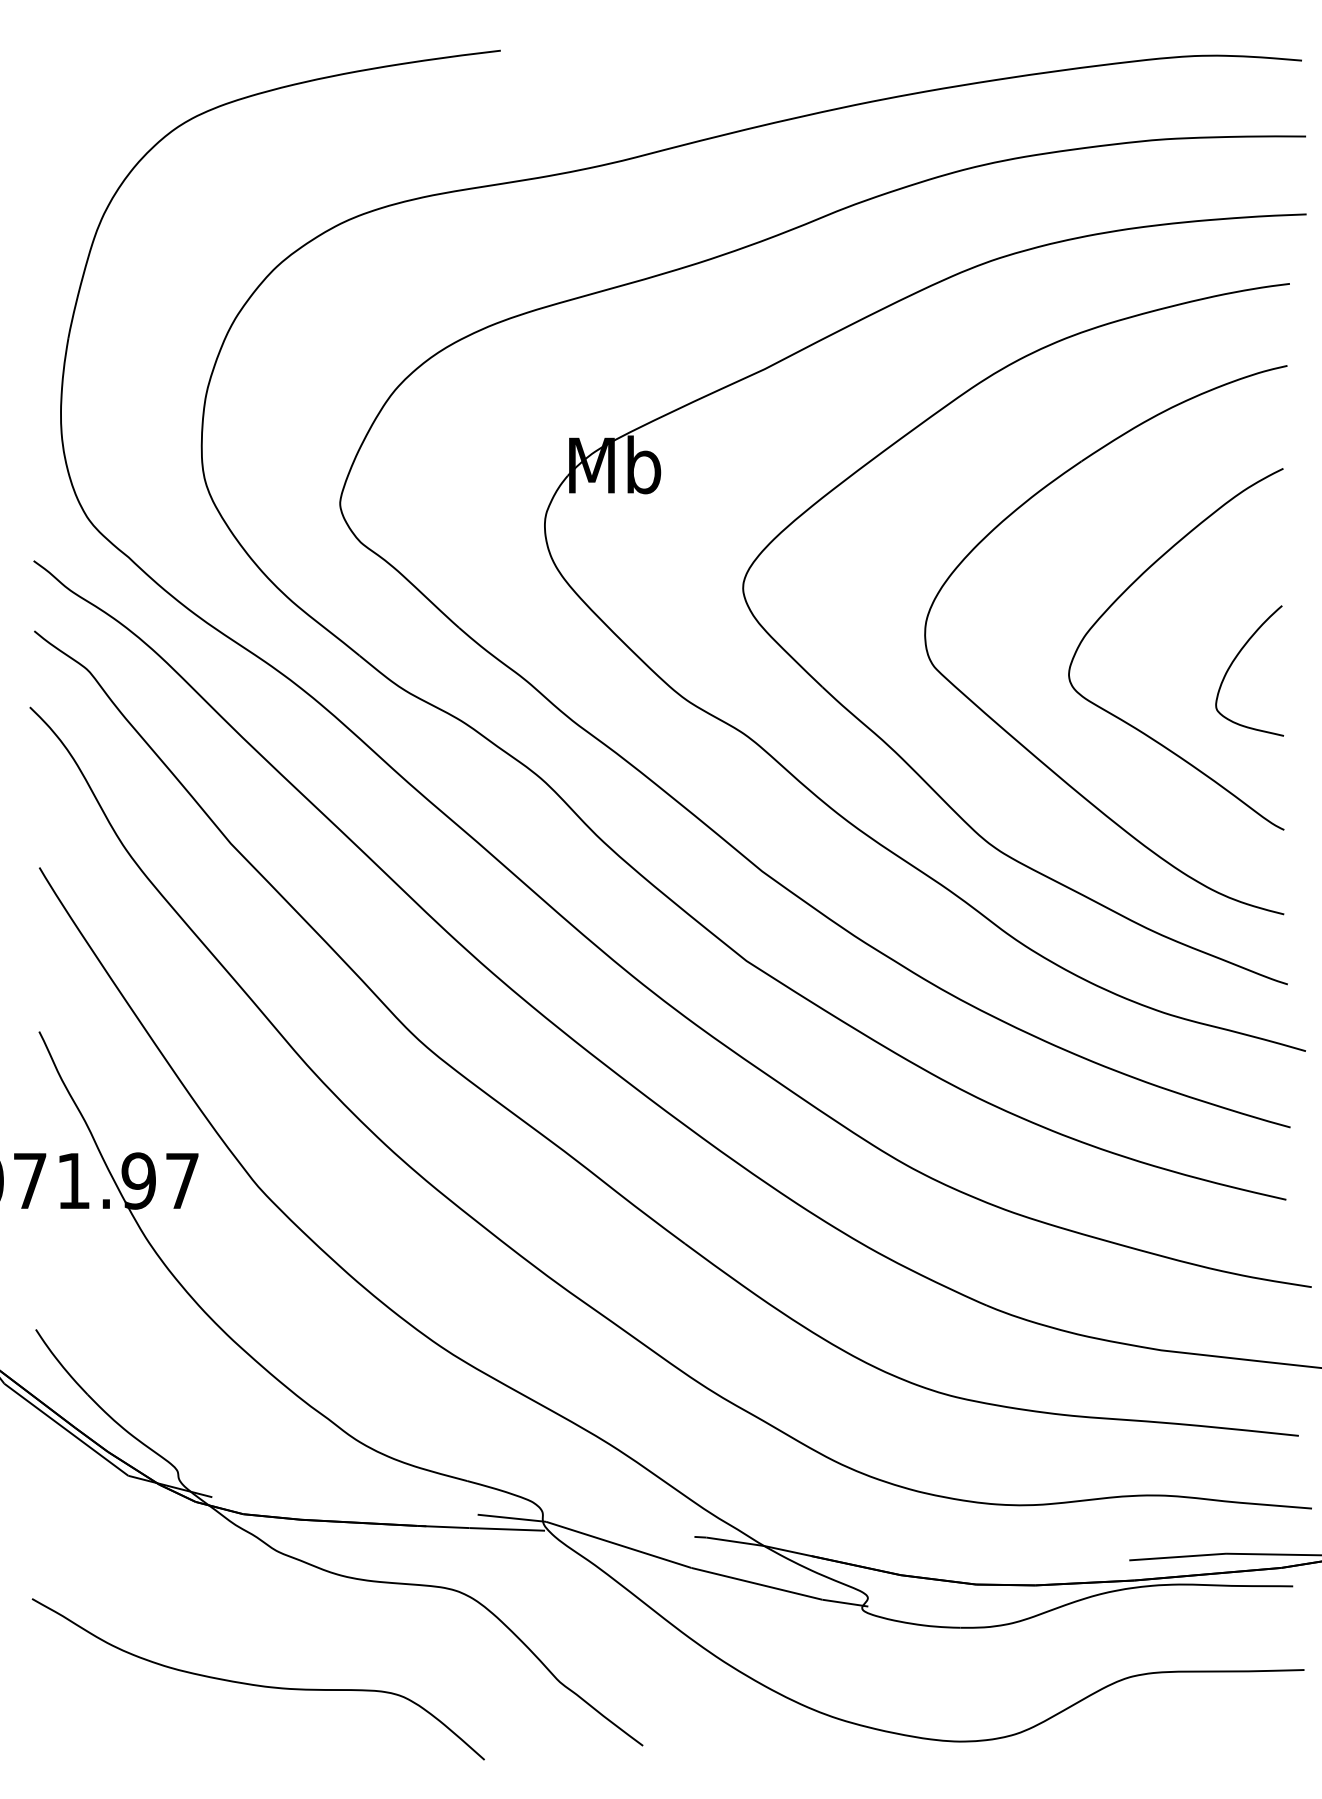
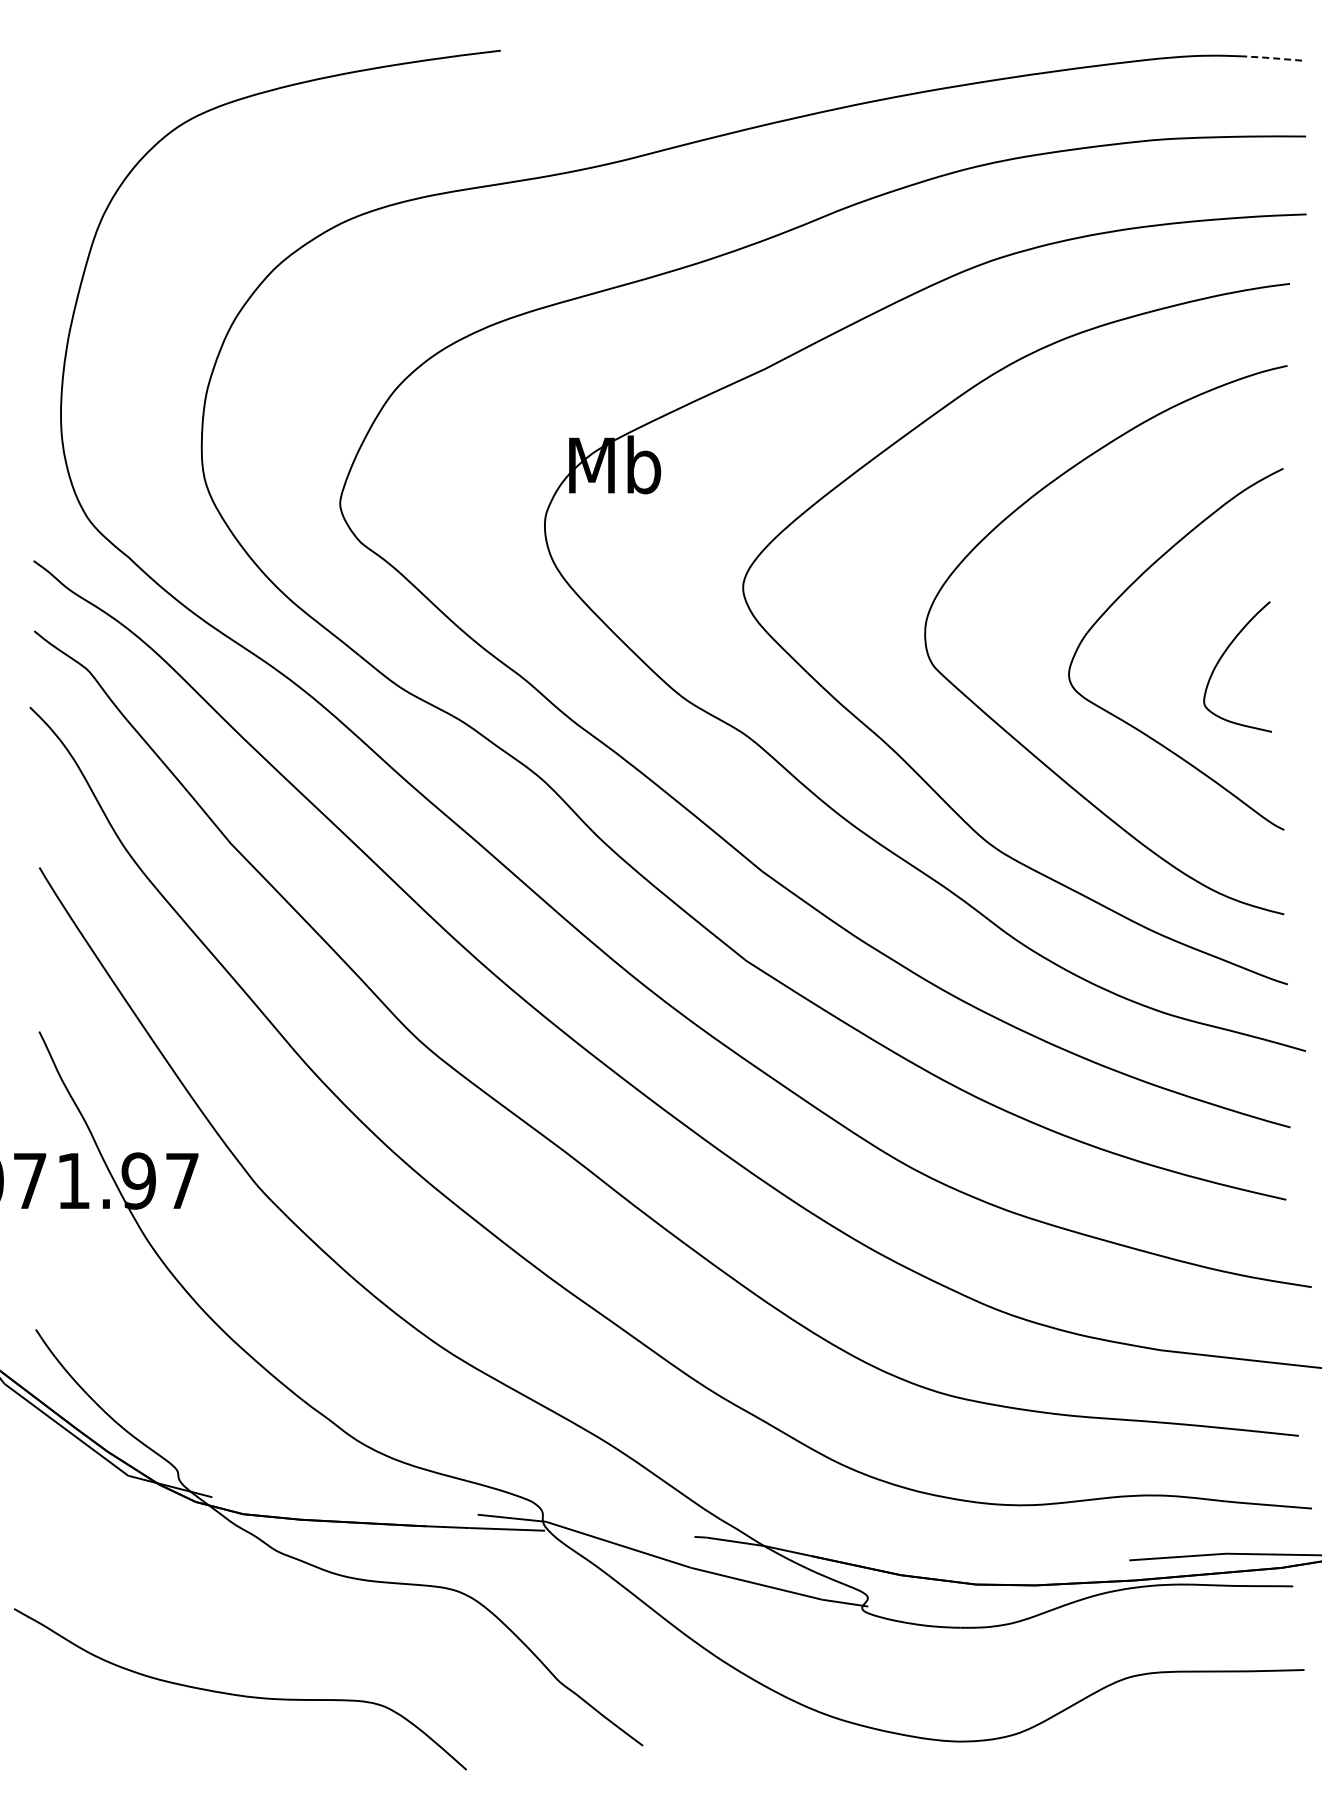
line at (1272, 58): solid -> dashed
curve at (1234, 661) position: (1234, 661) -> (1222, 657)
curve at (257, 1684) position: (257, 1684) -> (239, 1694)
